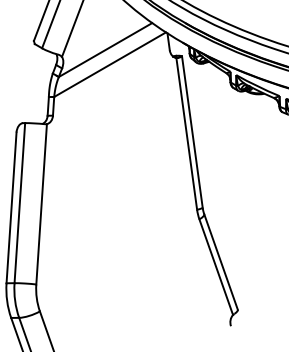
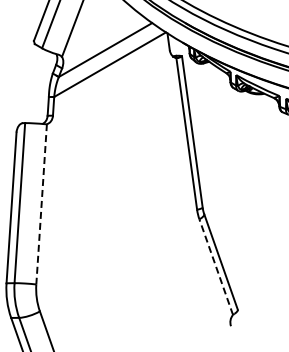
line at (41, 204): solid -> dashed
line at (216, 267): solid -> dashed
